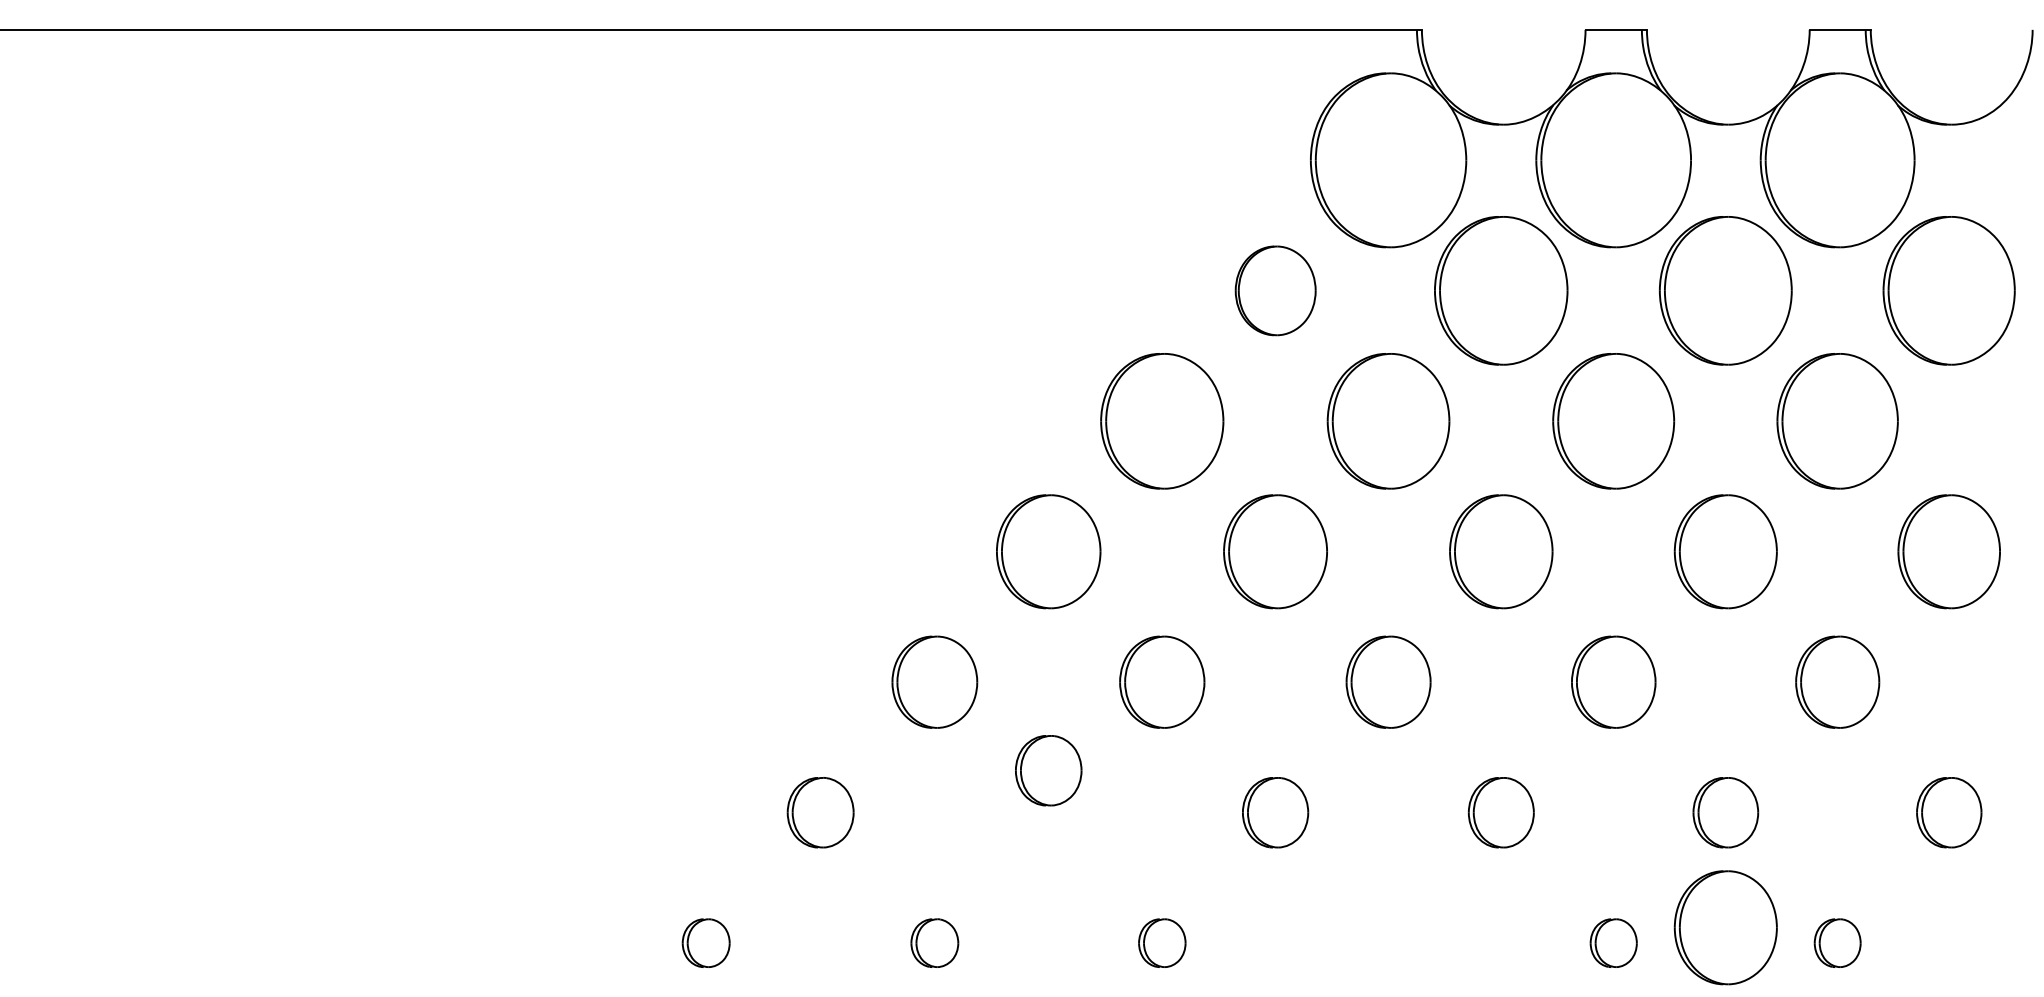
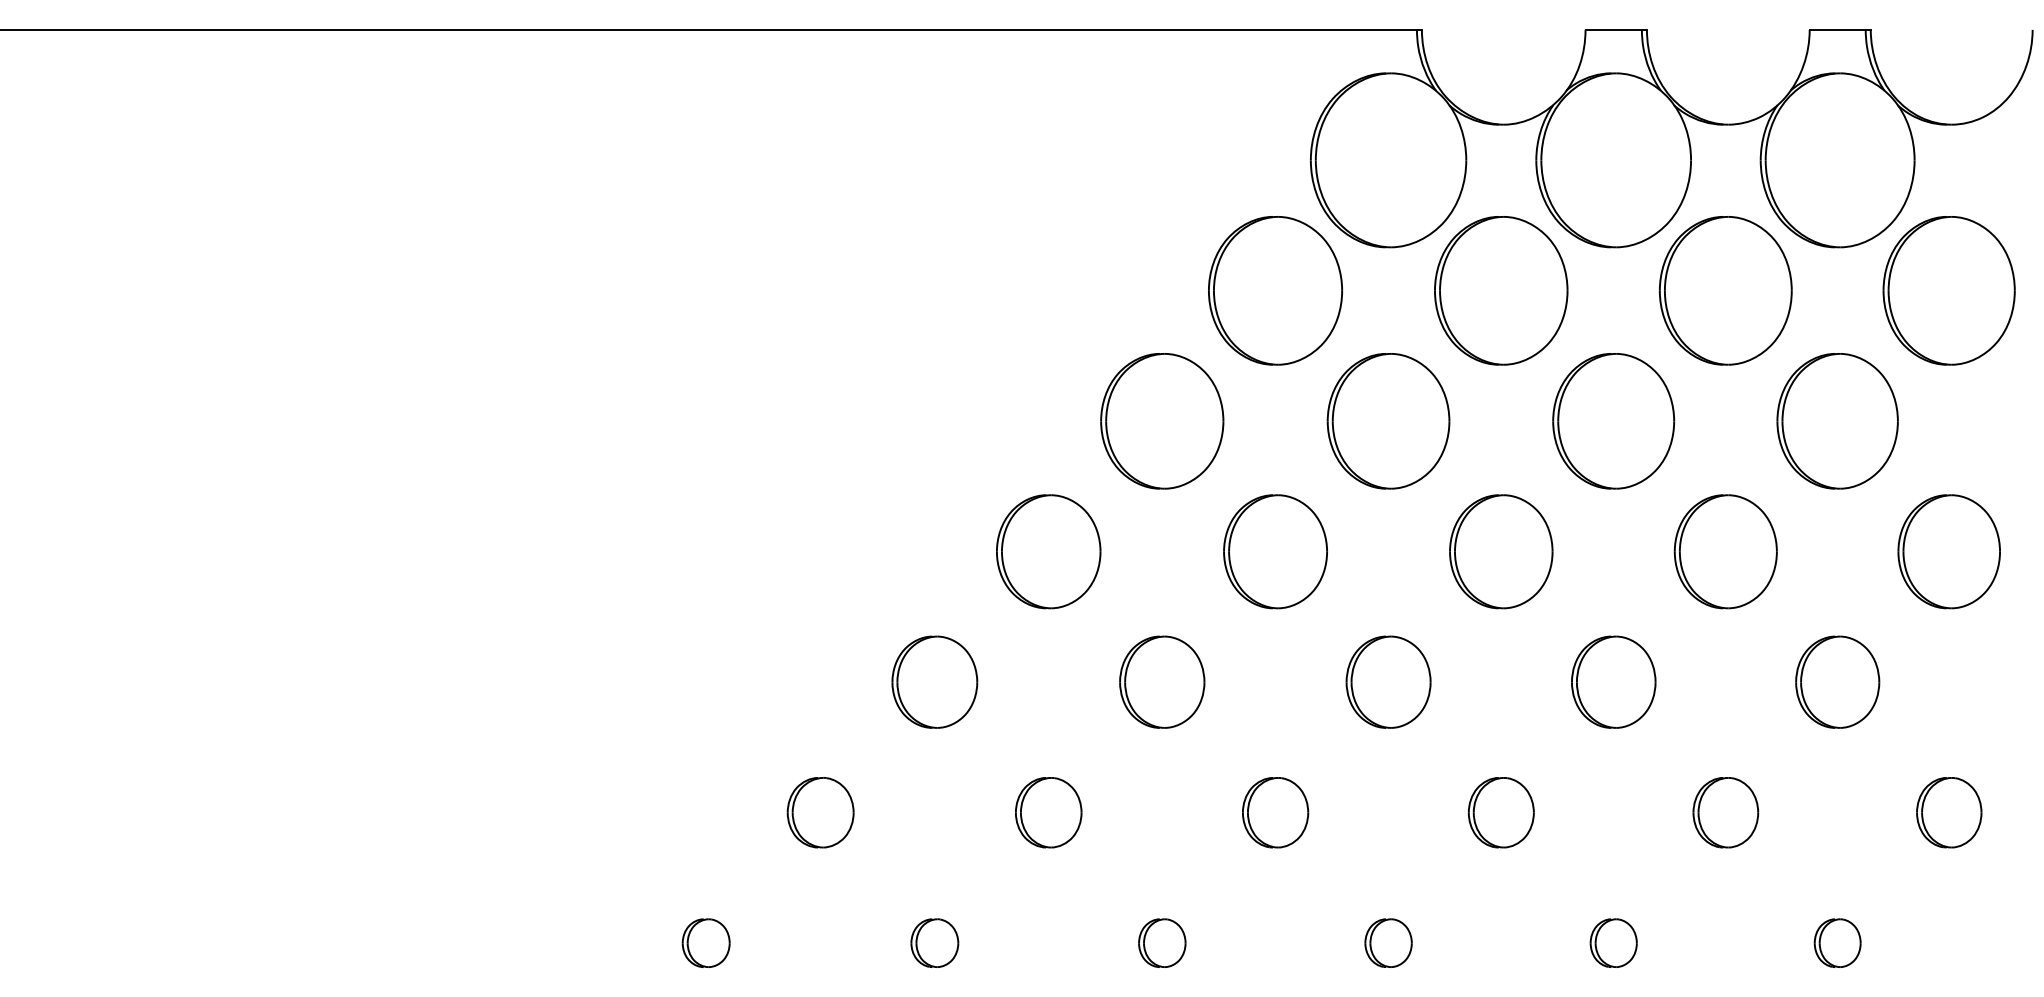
part at (1275, 290) size: 83x92 px -> 136x150 px
part at (1048, 770) position: (1048, 770) -> (1048, 812)
part at (1725, 927): present -> none
part at (1388, 942): none -> present
